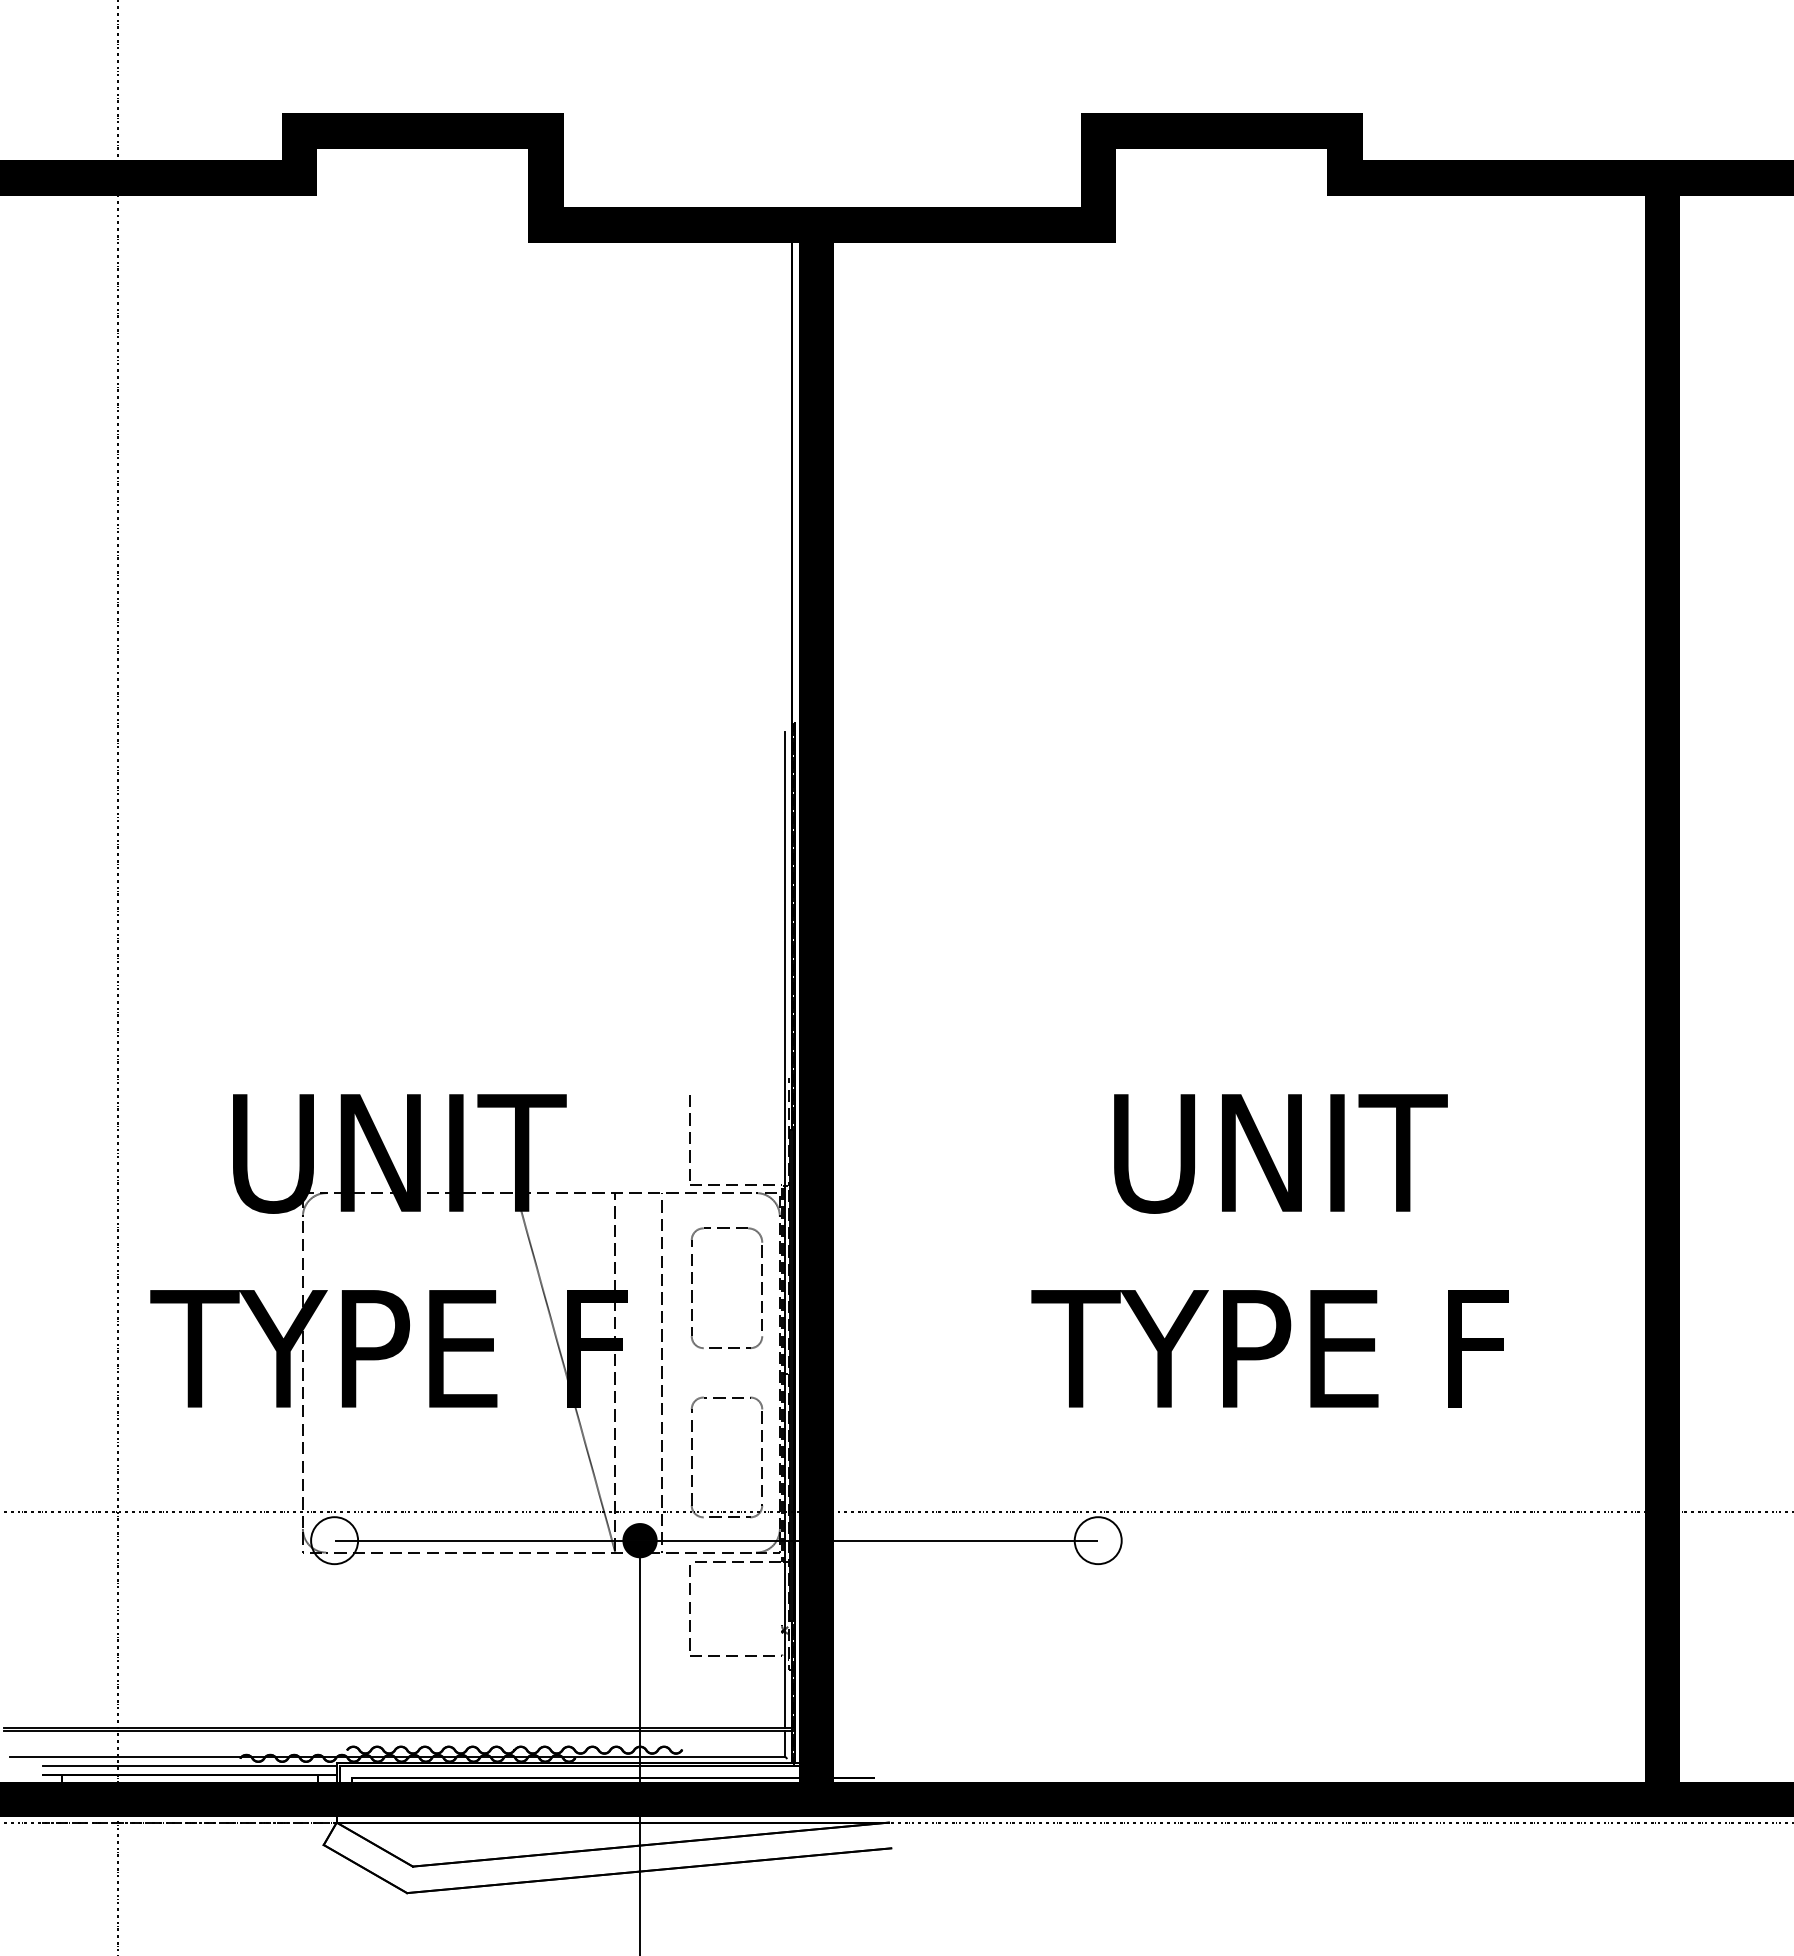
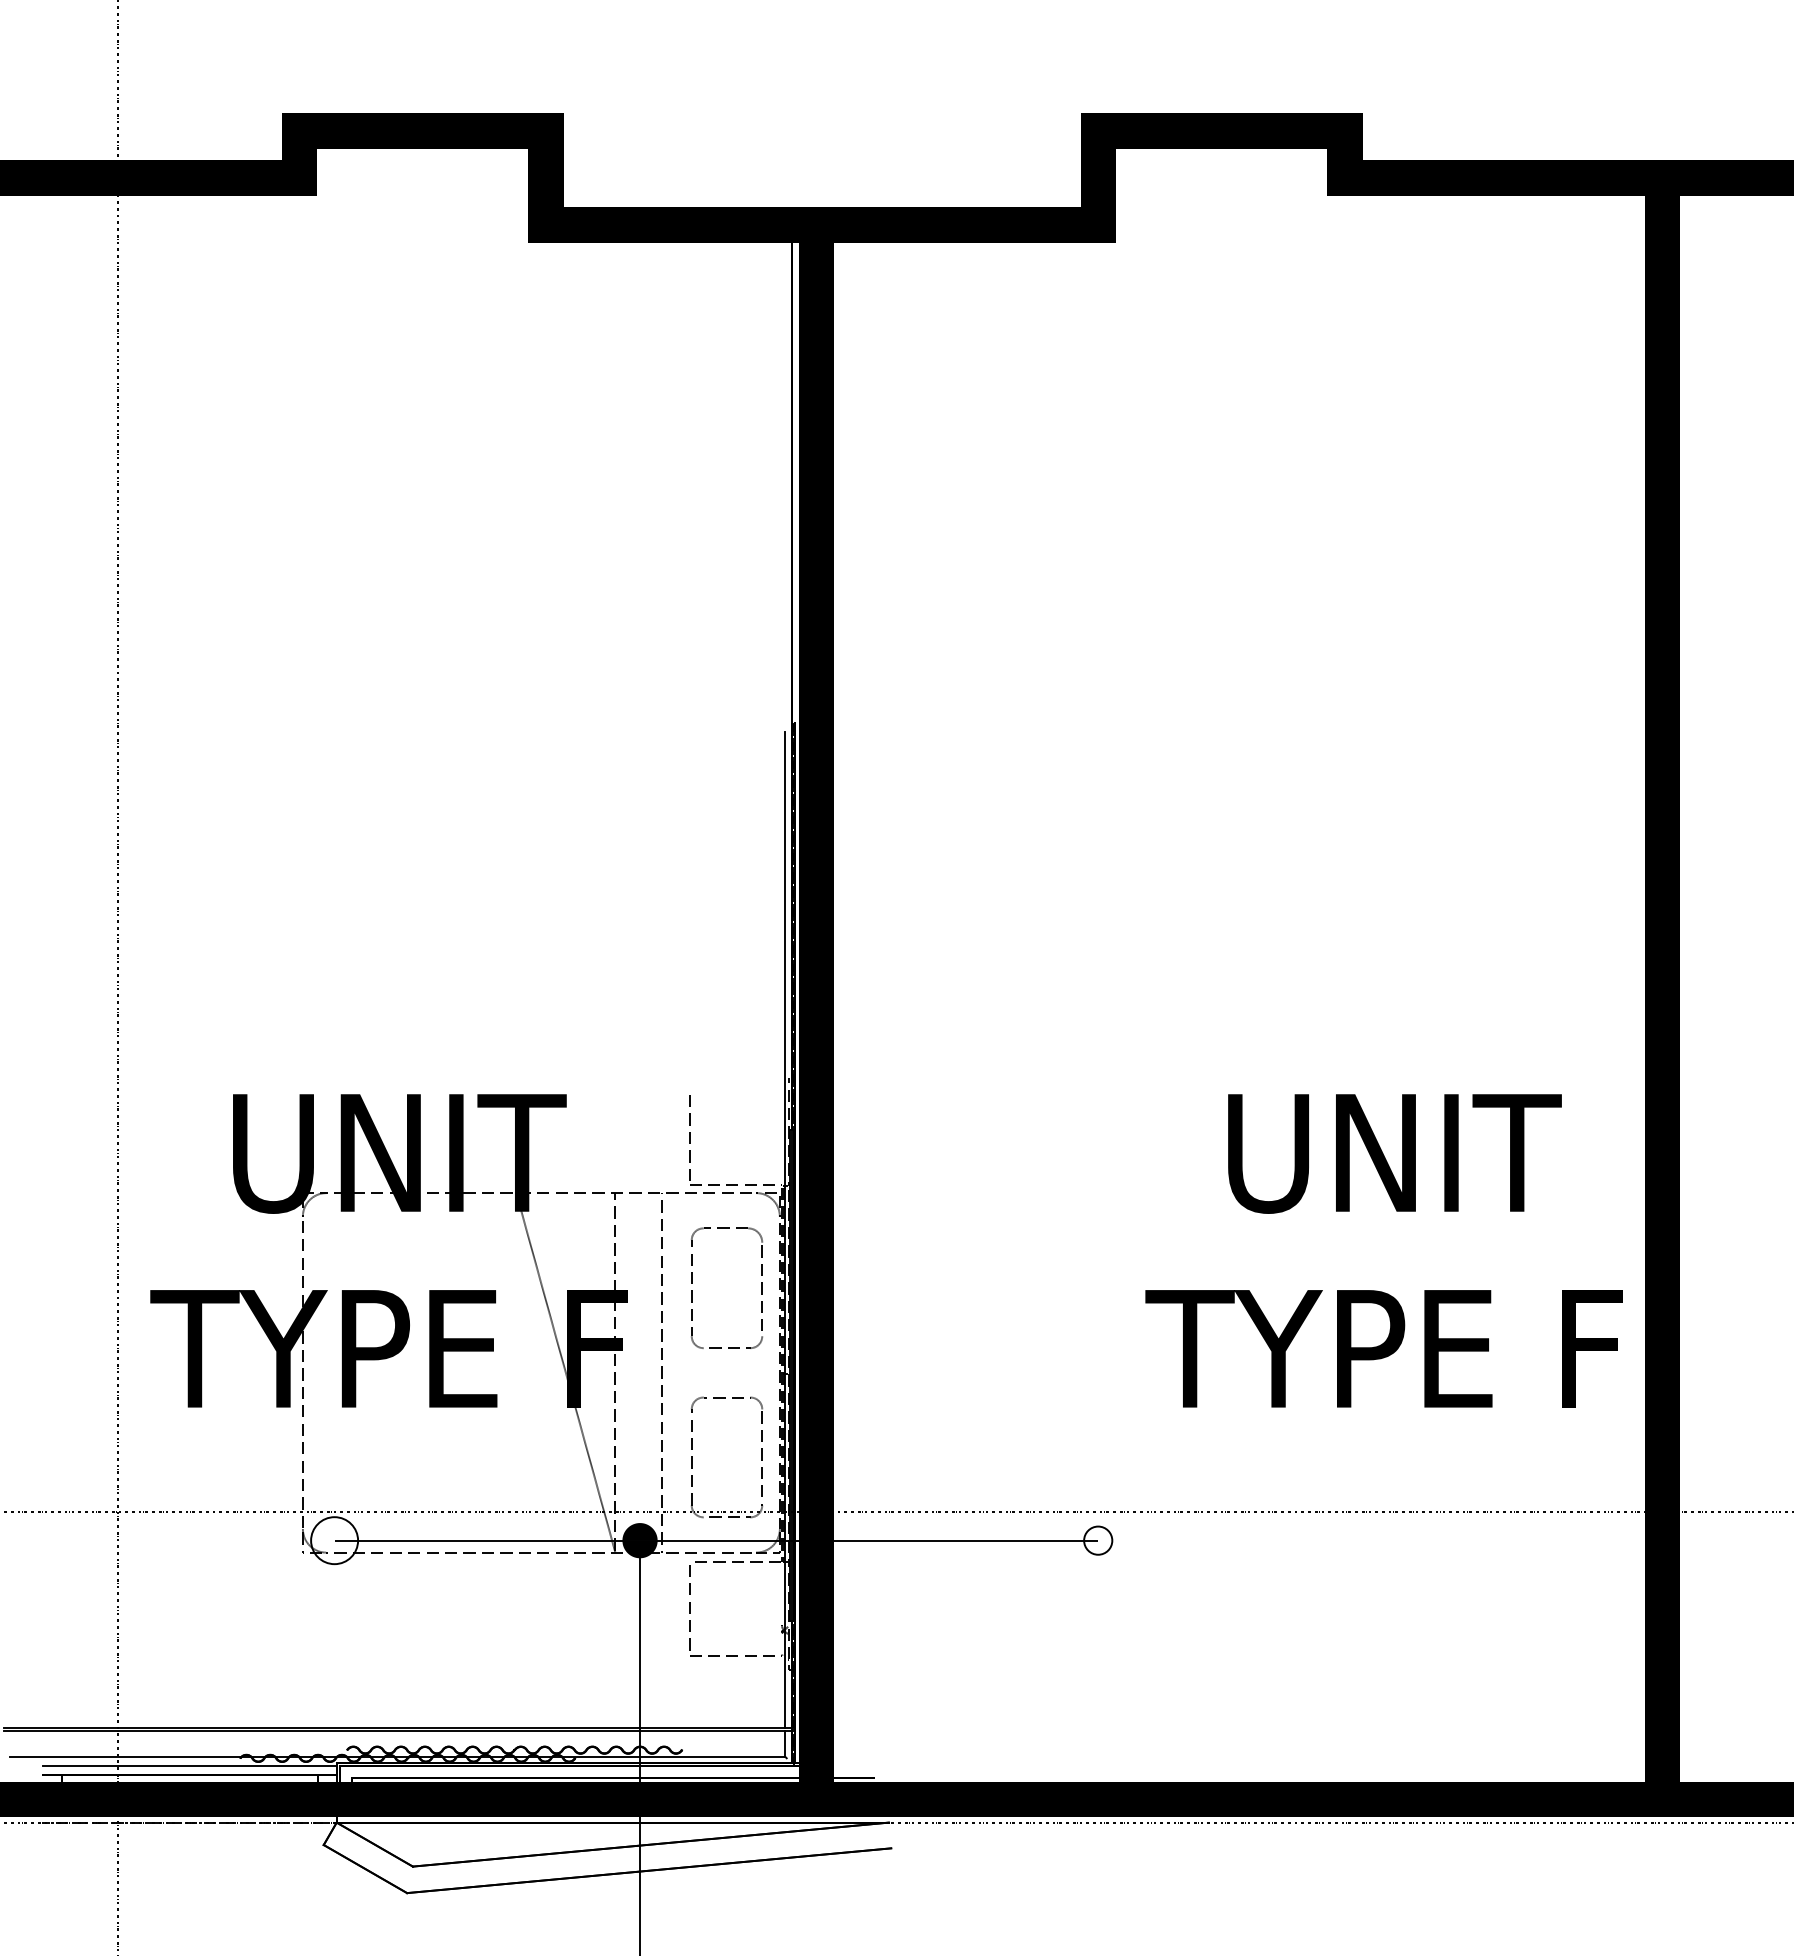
text at (1269, 1250) position: (1269, 1250) -> (1383, 1250)
circle at (1097, 1540) diameter: 47 px -> 28 px
